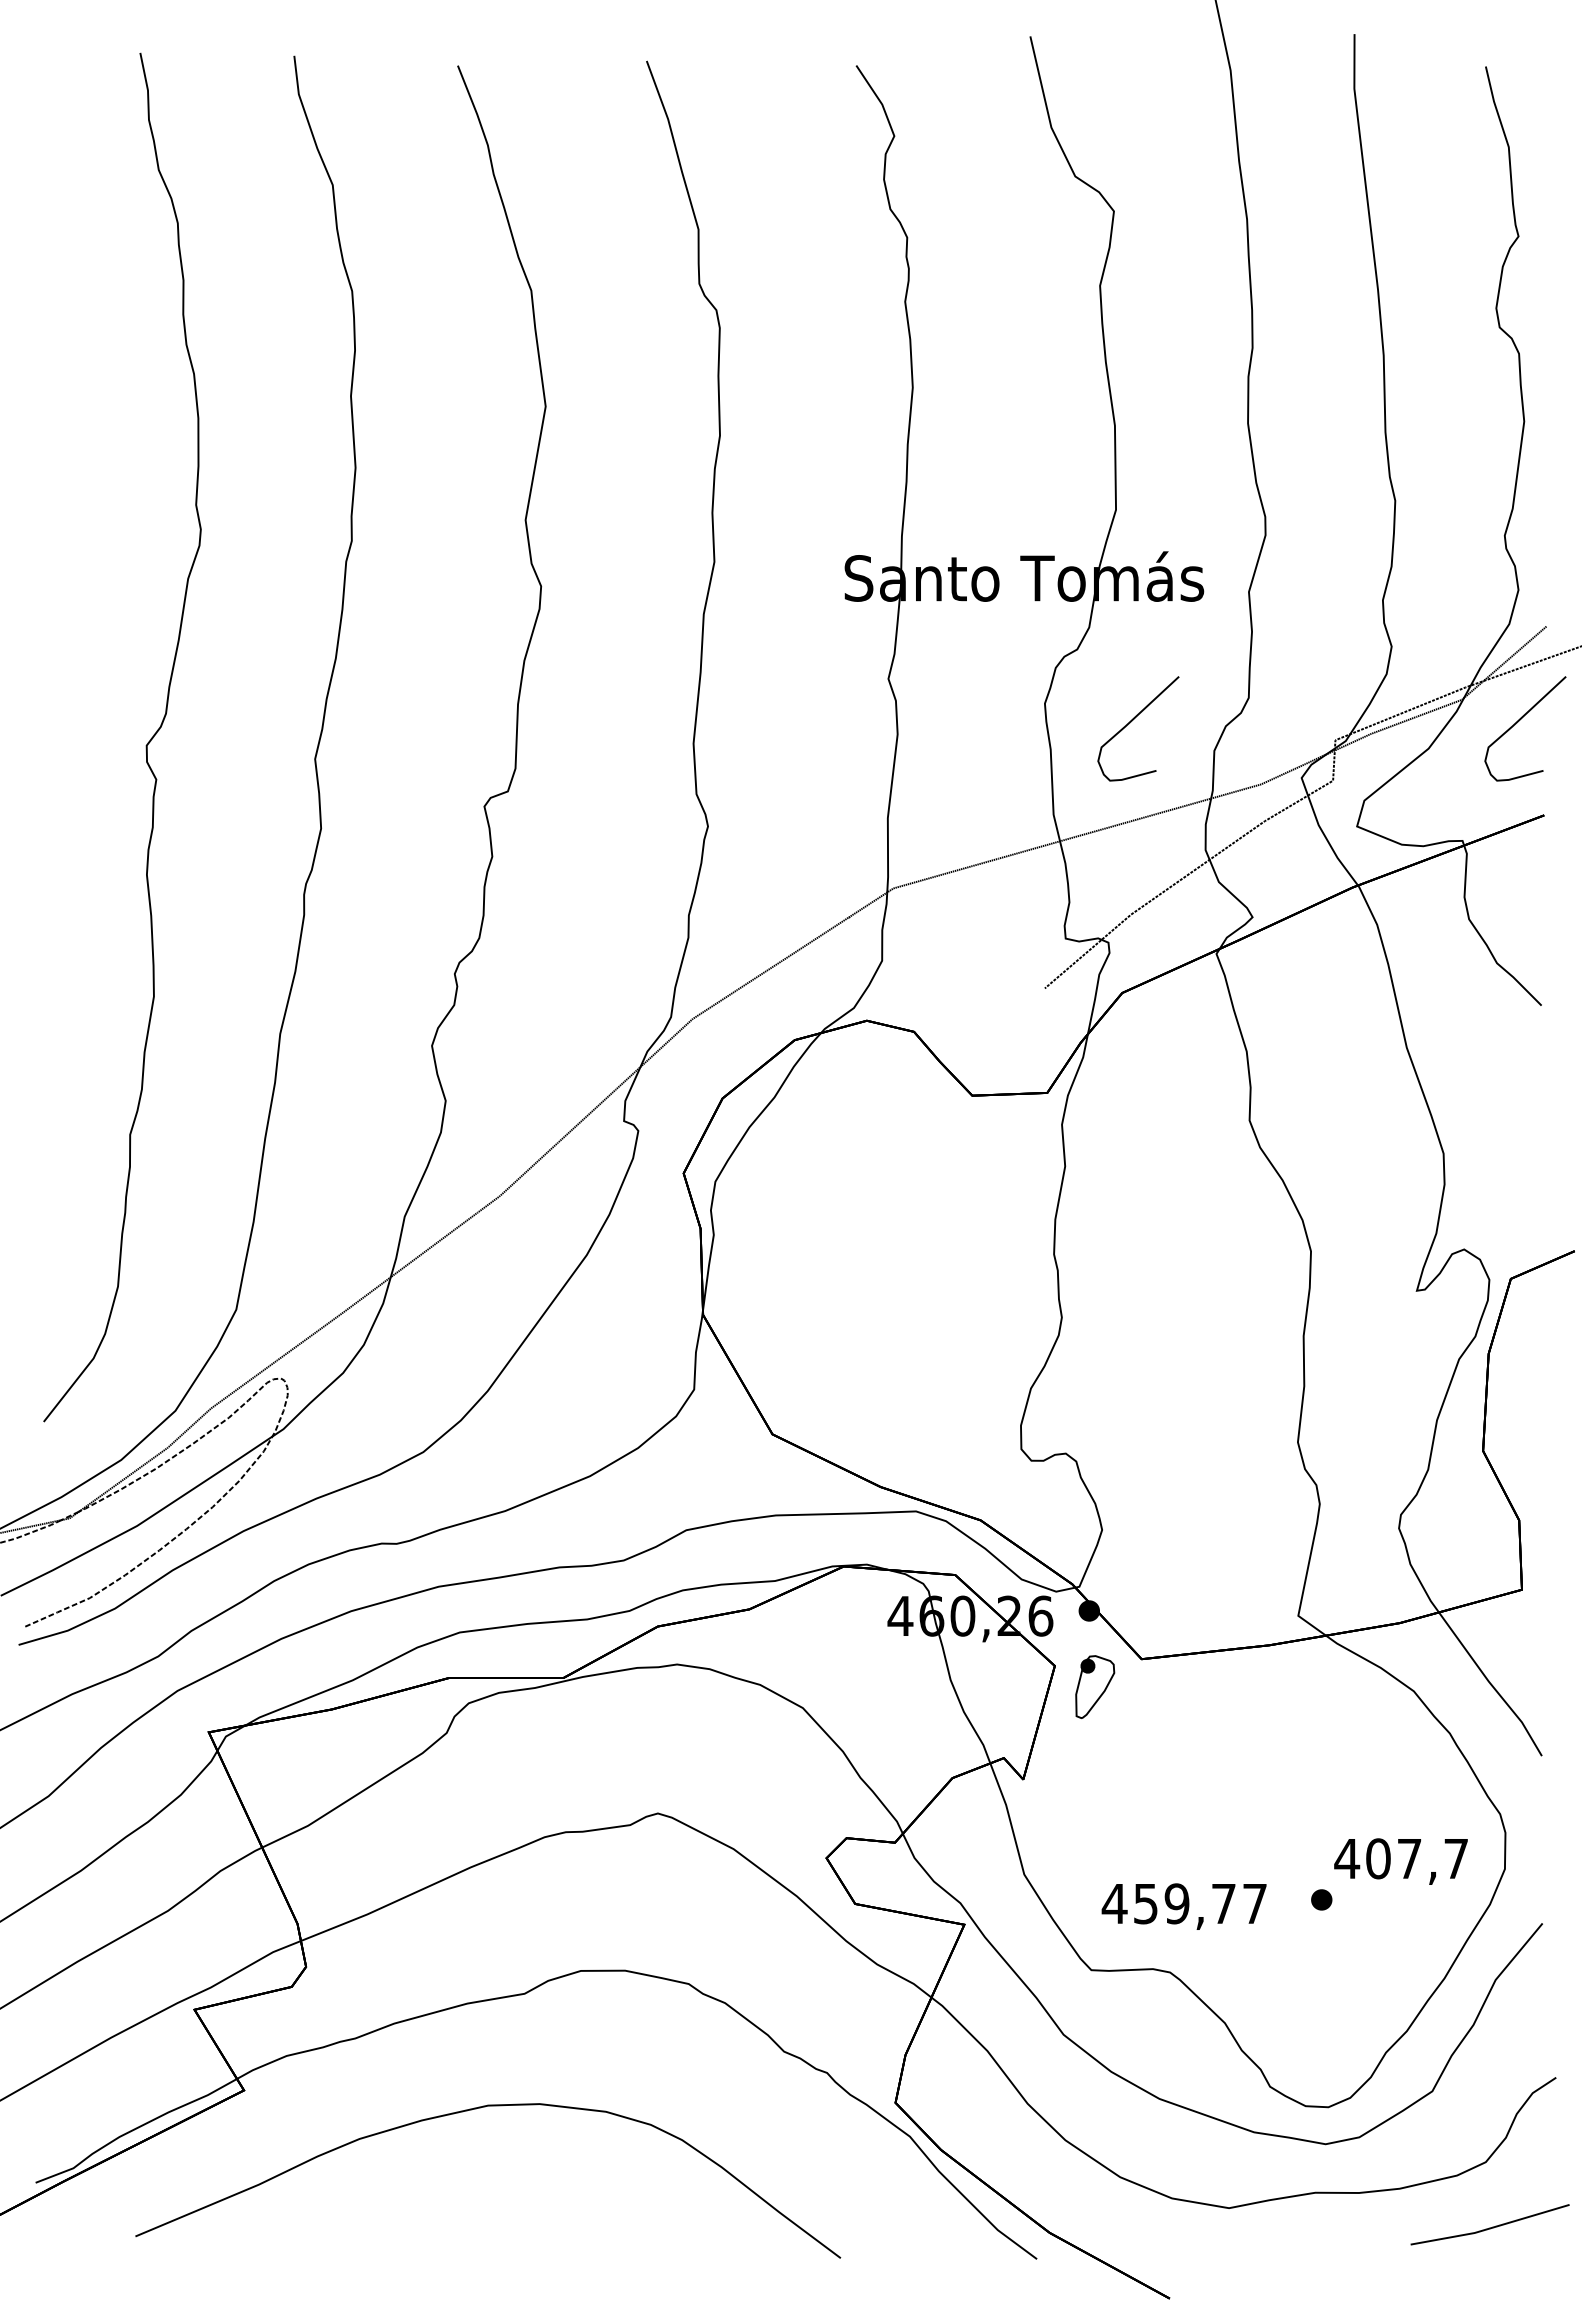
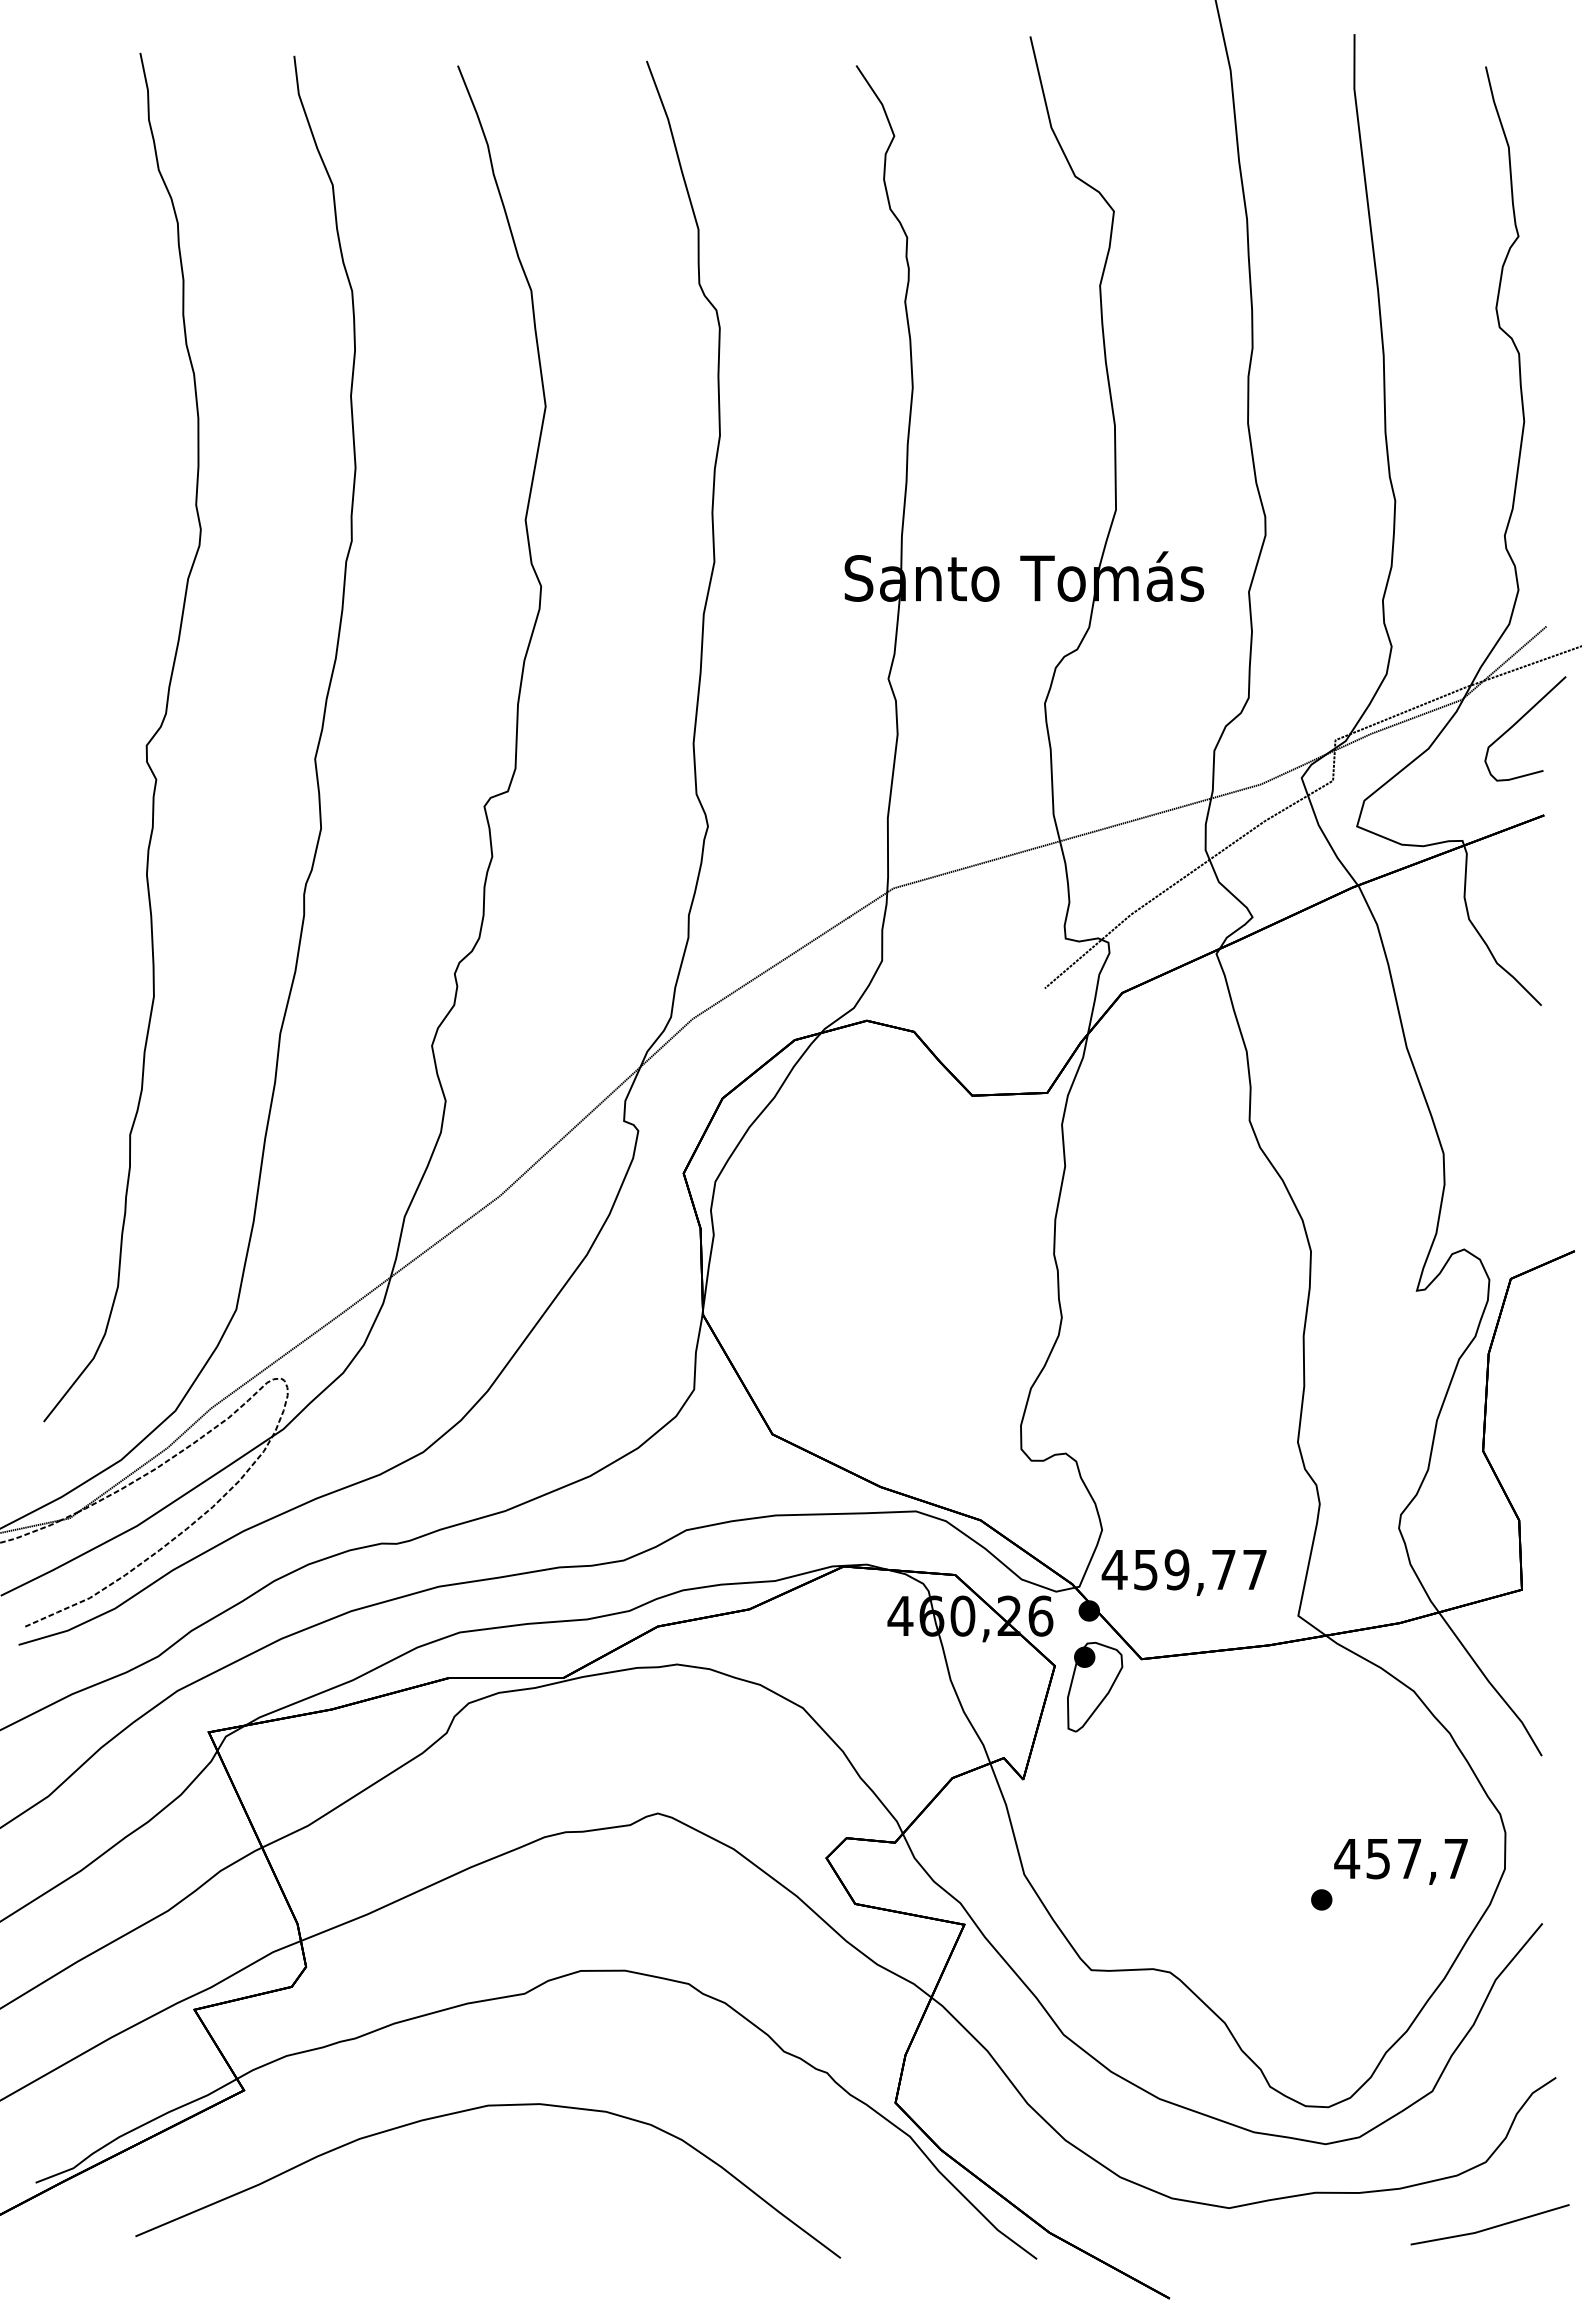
curve at (1132, 721): present -> none
part at (1095, 1686) size: 41x64 px -> 57x92 px
text at (1378, 1858): 407,7 -> 457,7
text at (1183, 1906) position: (1183, 1906) -> (1183, 1572)
